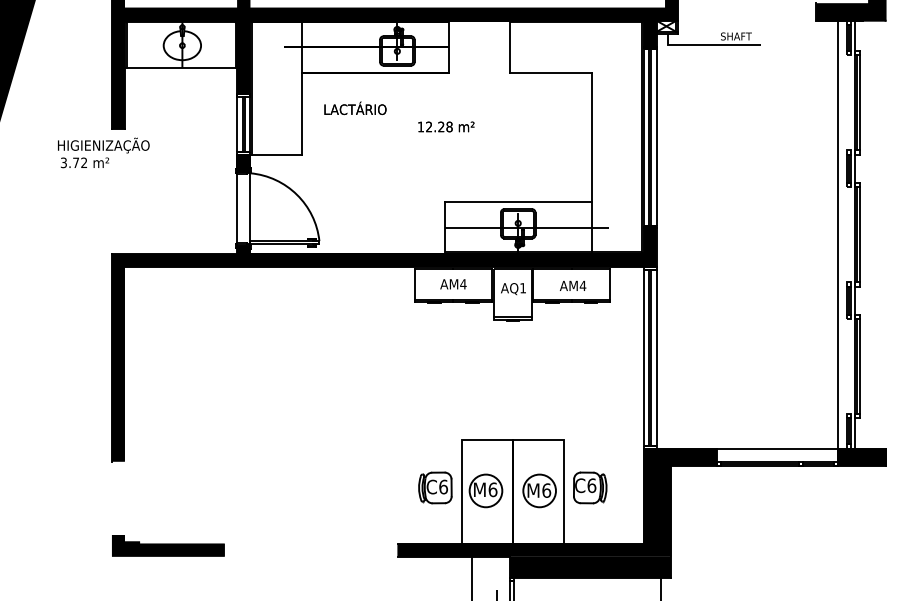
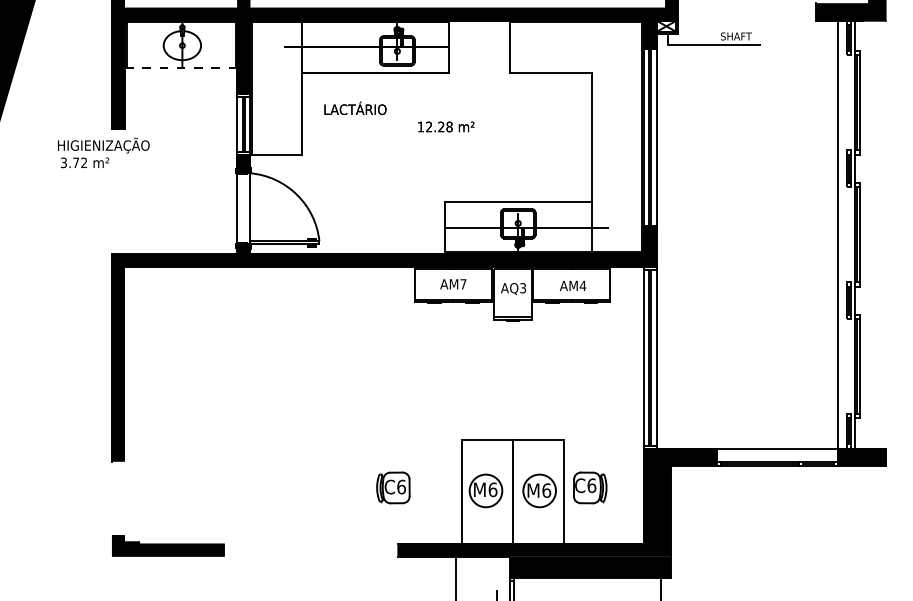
line at (180, 68): solid -> dashed
text at (463, 284): AM4 -> AM7
text at (523, 288): AQ1 -> AQ3
part at (435, 487) position: (435, 487) -> (393, 487)
line at (472, 576) position: (472, 576) -> (456, 576)
